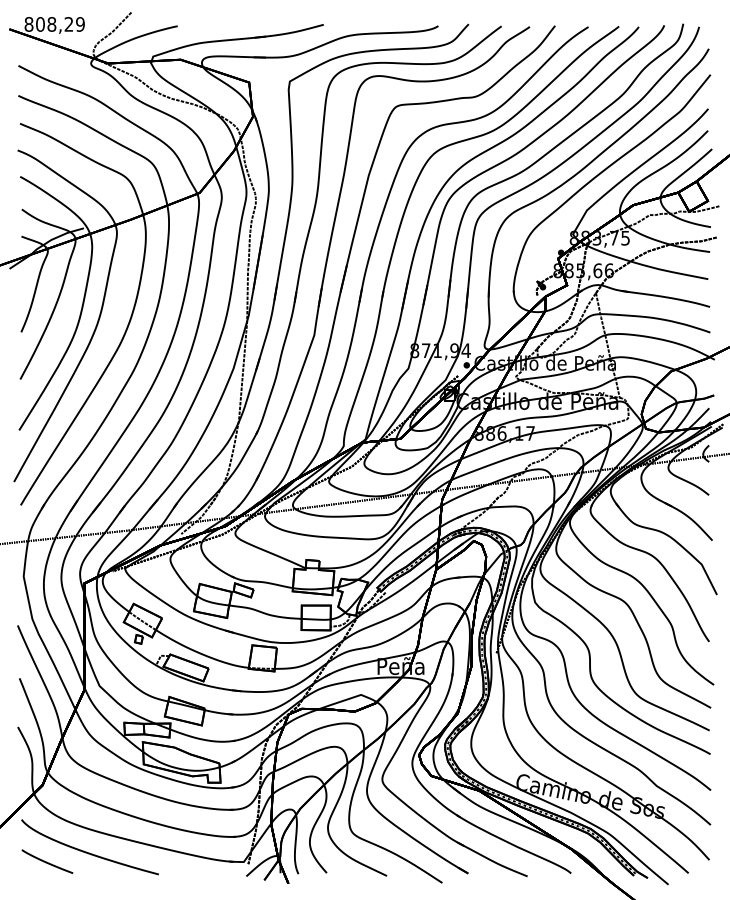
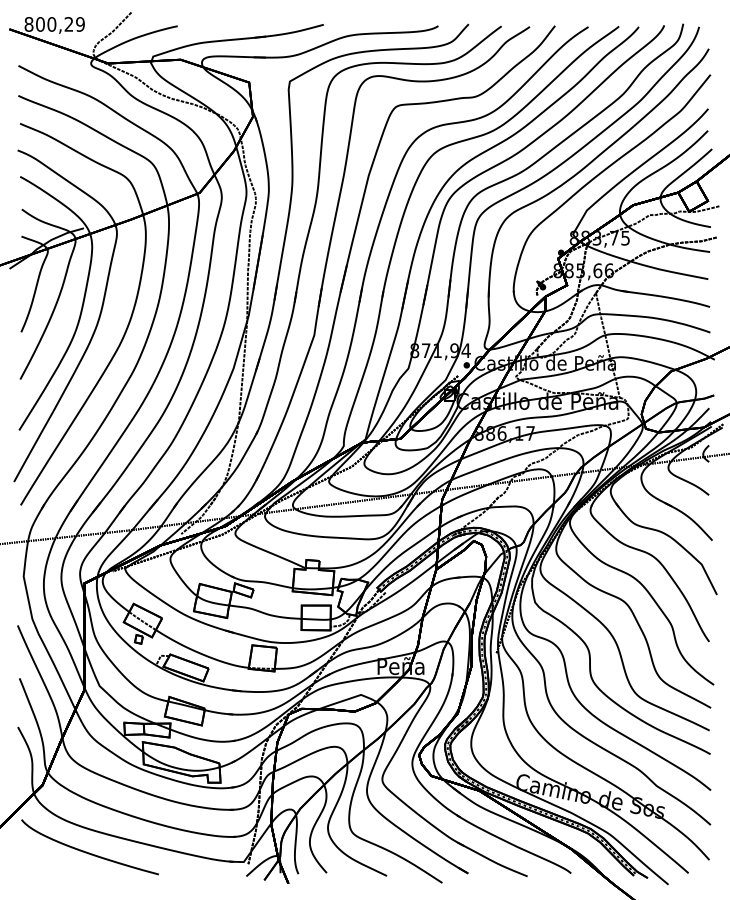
text at (51, 24): 808,29 -> 800,29
curve at (46, 861): present -> none
